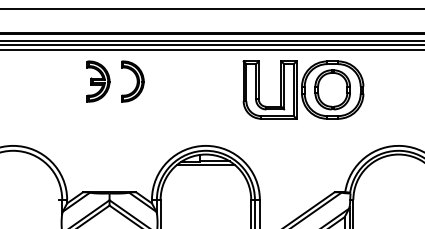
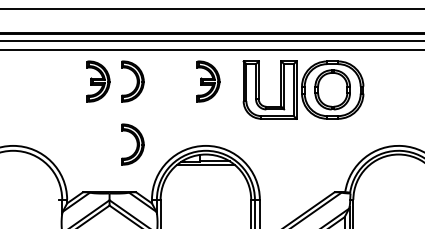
line at (211, 44): present -> none
part at (208, 81): none -> present
part at (132, 144): none -> present
